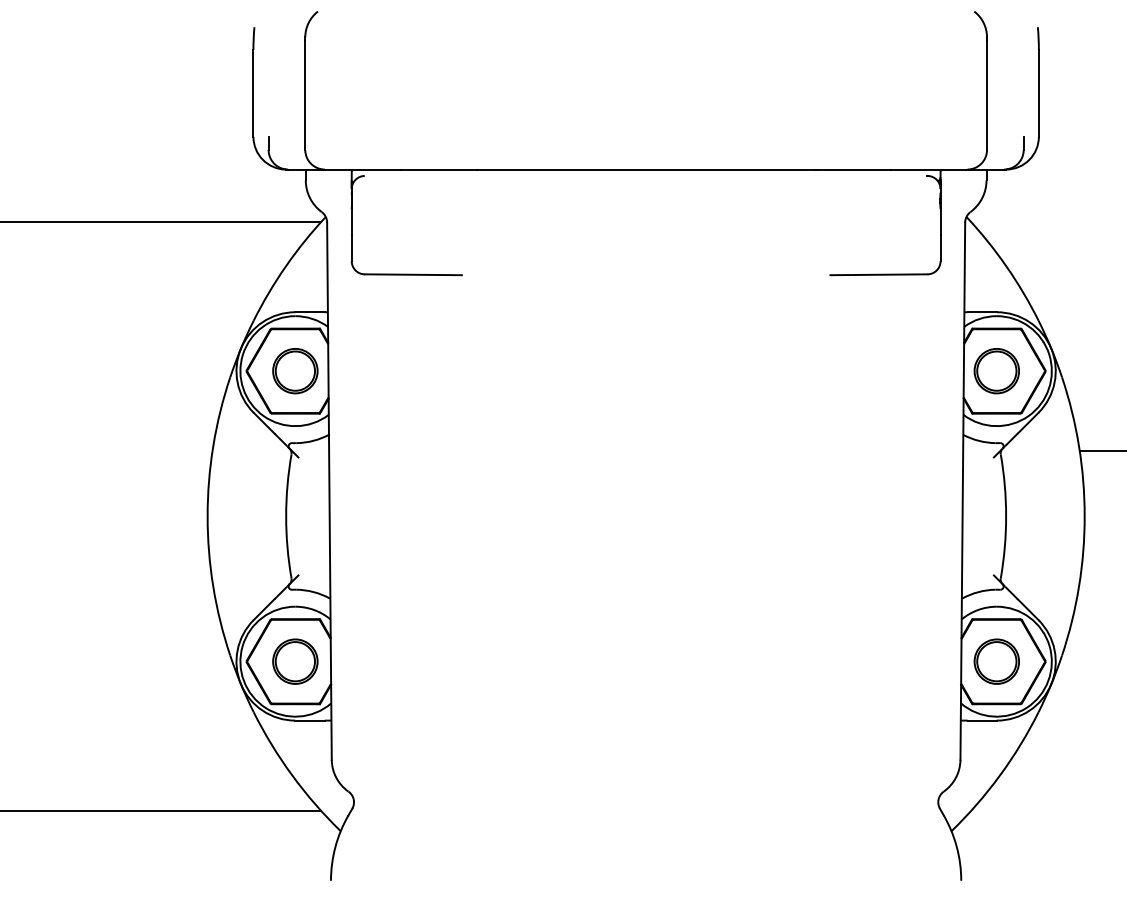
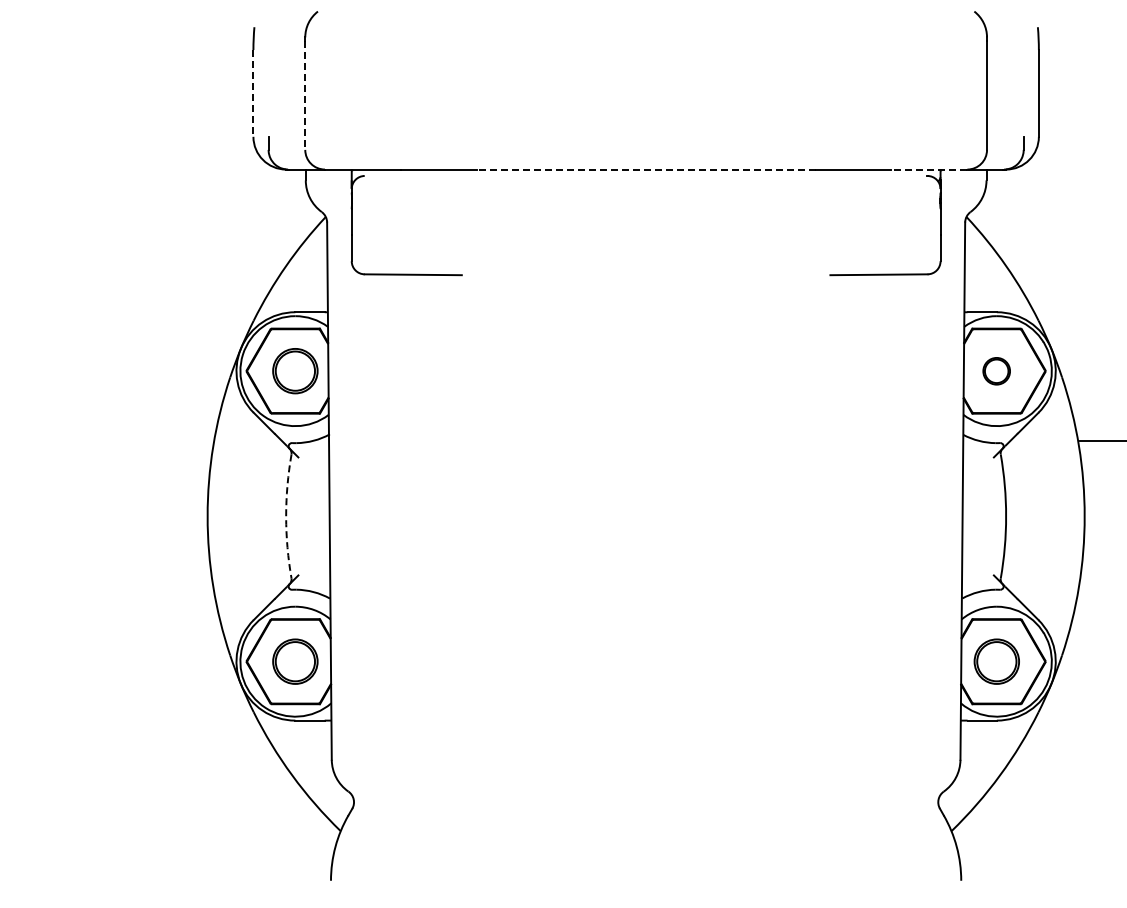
line at (253, 93): solid -> dashed
line at (305, 95): solid -> dashed
line at (646, 169): solid -> dashed
line at (929, 169): solid -> dashed
line at (161, 221): present -> none
part at (996, 371) size: 47x47 px -> 29x29 px
line at (1101, 451) position: (1101, 451) -> (1101, 441)
arc at (286, 516): solid -> dashed
line at (161, 811): present -> none
